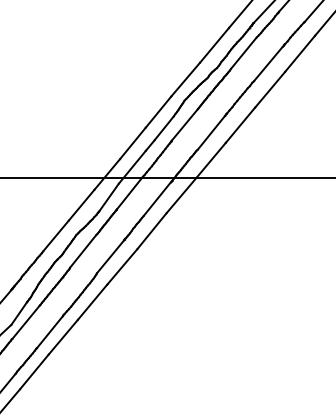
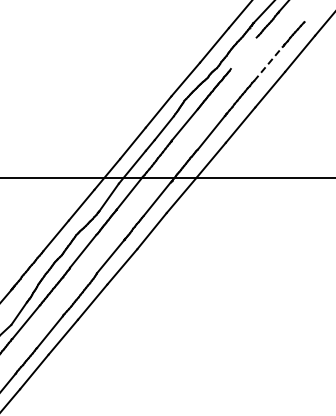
line at (312, 12): present -> none
line at (243, 53): present -> none
line at (268, 63): solid -> dashed
